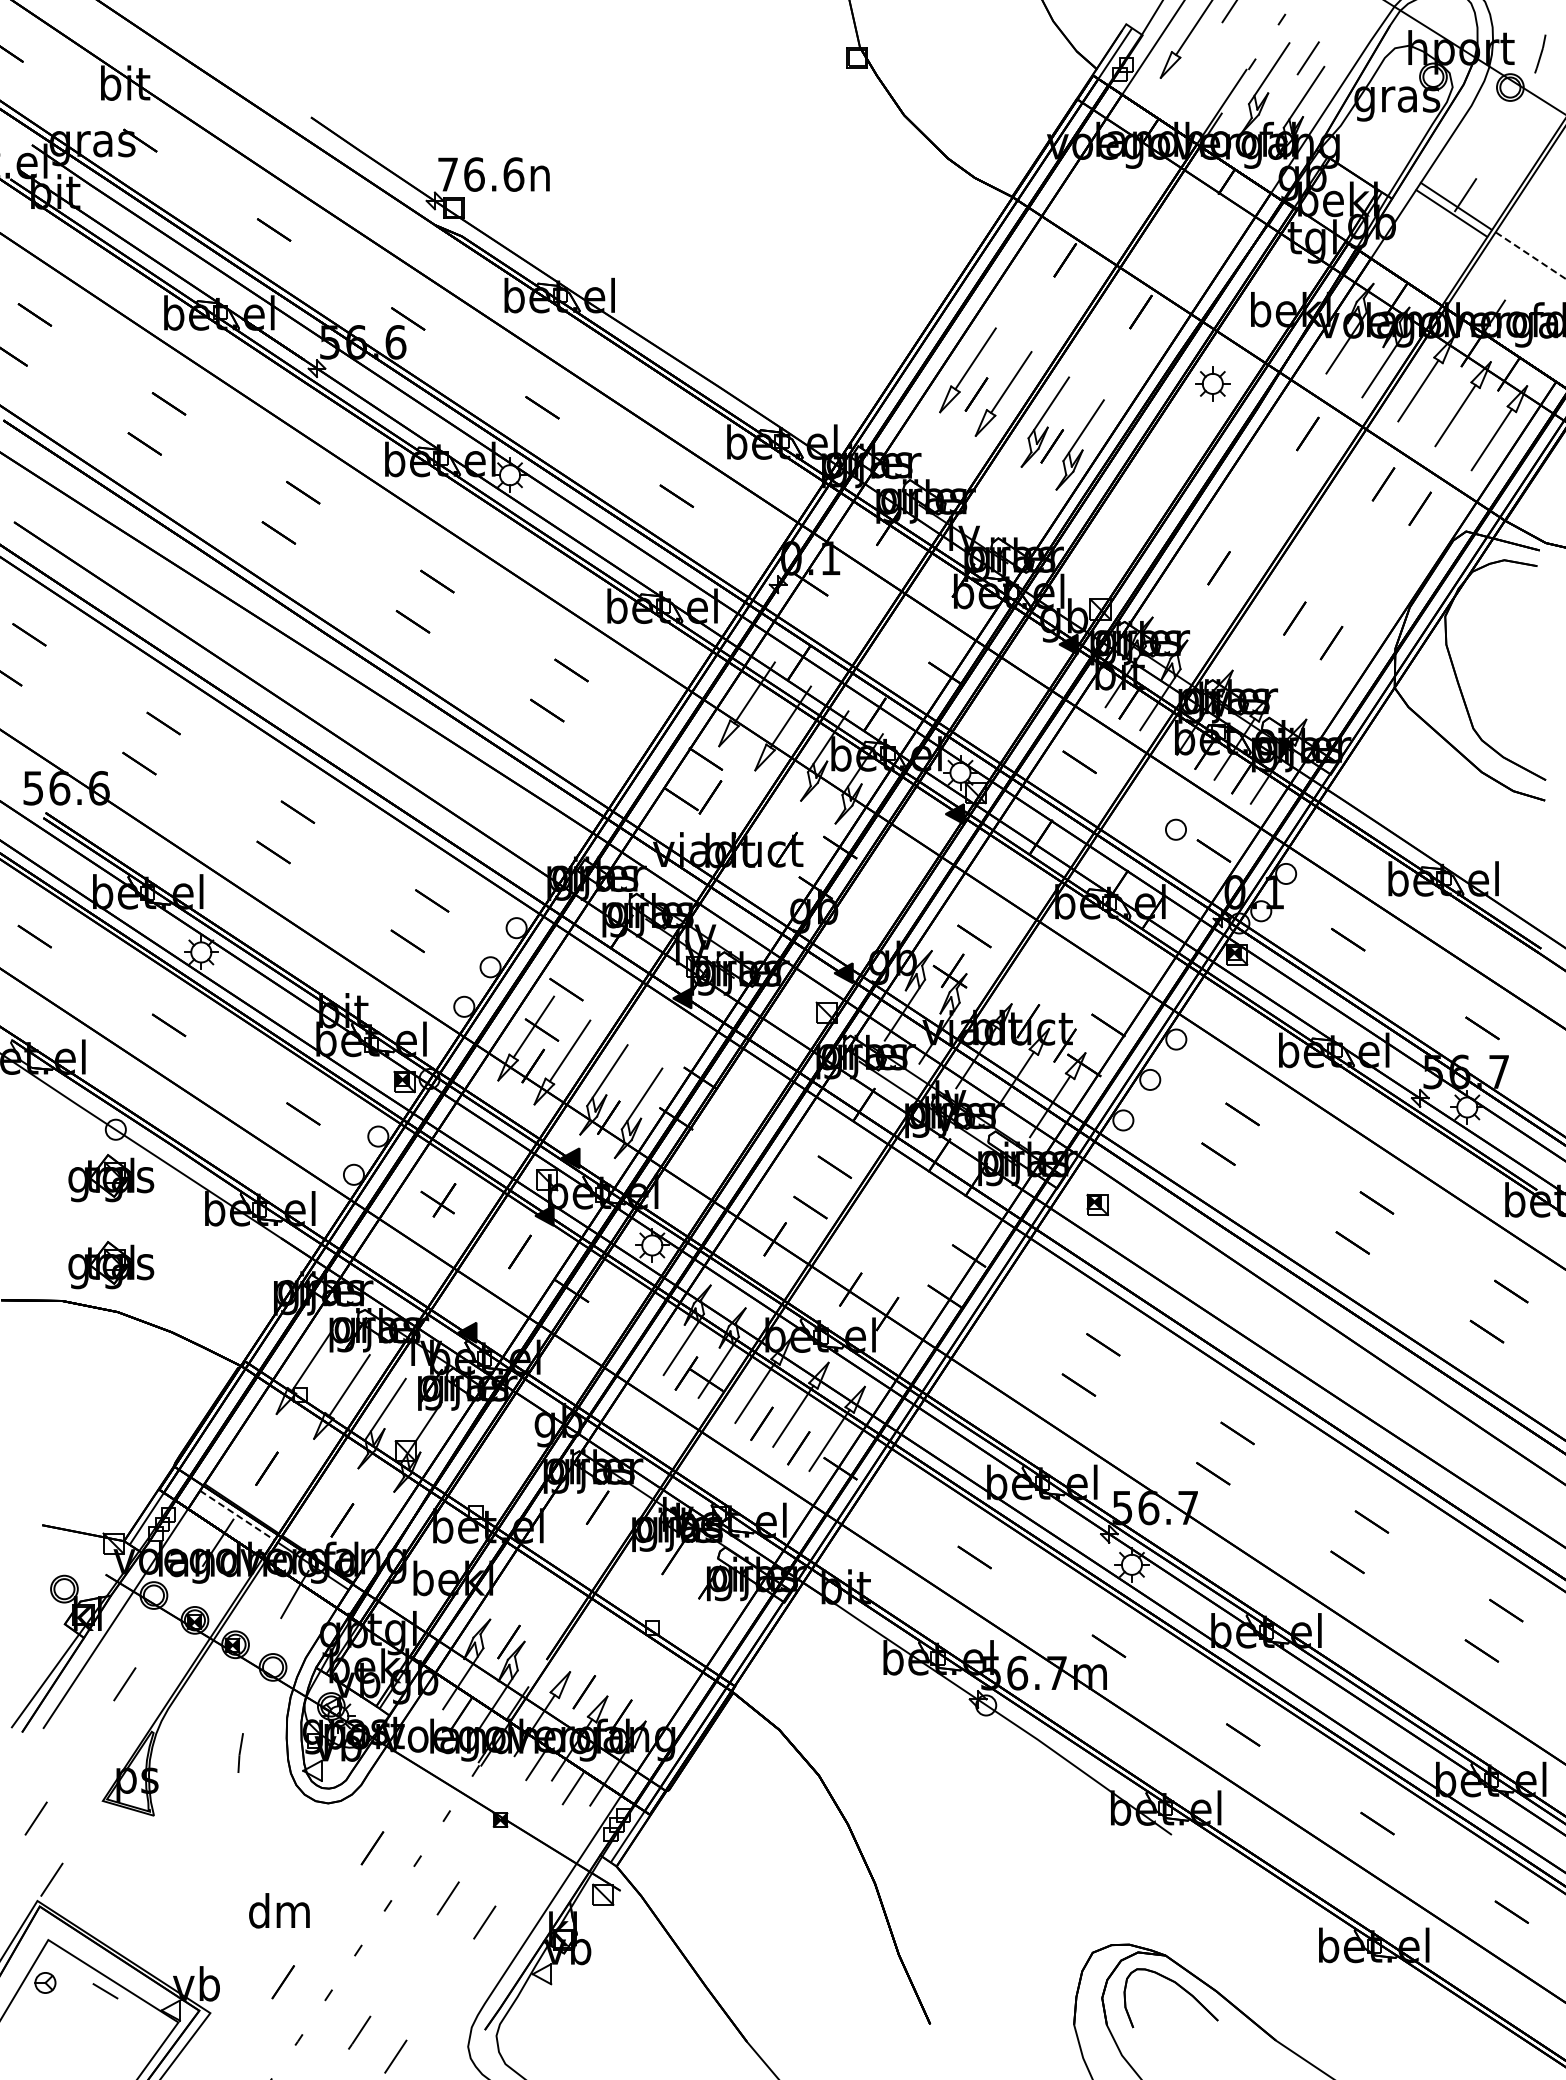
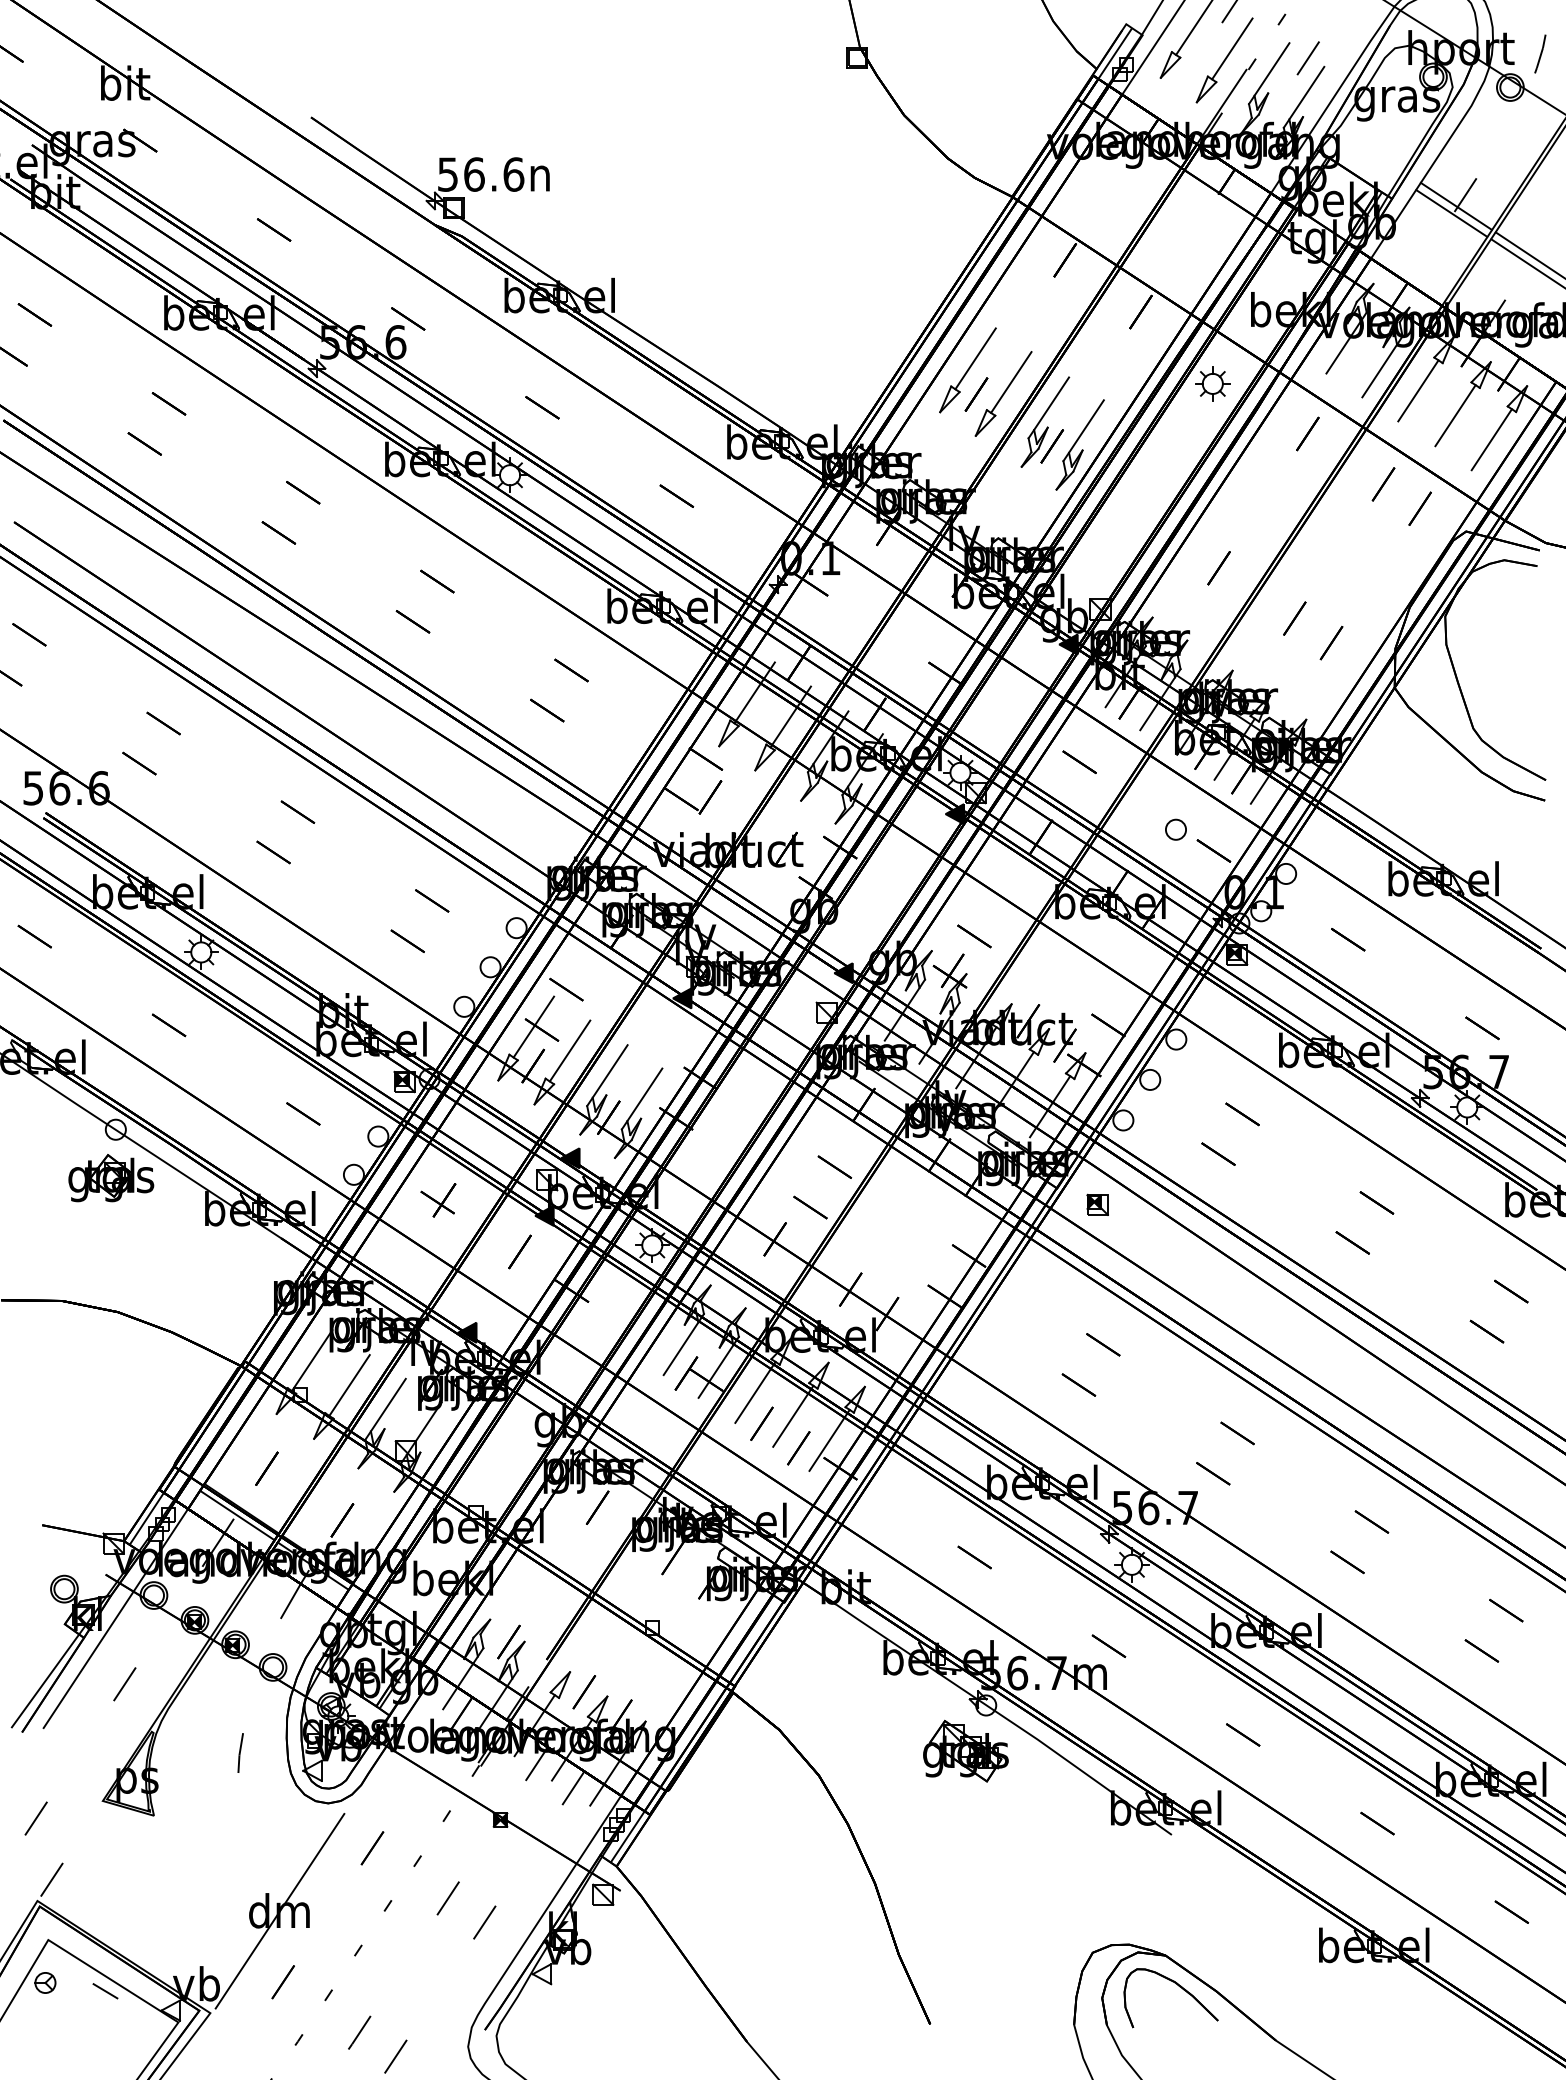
part at (1224, 60): none -> present
text at (447, 174): 76.6n -> 56.6n
line at (1530, 255): dashed -> solid
line at (1526, 262): none -> present
part at (111, 1265): present -> none
line at (237, 1515): dashed -> solid
part at (965, 1750): none -> present
line at (279, 1910): none -> present
